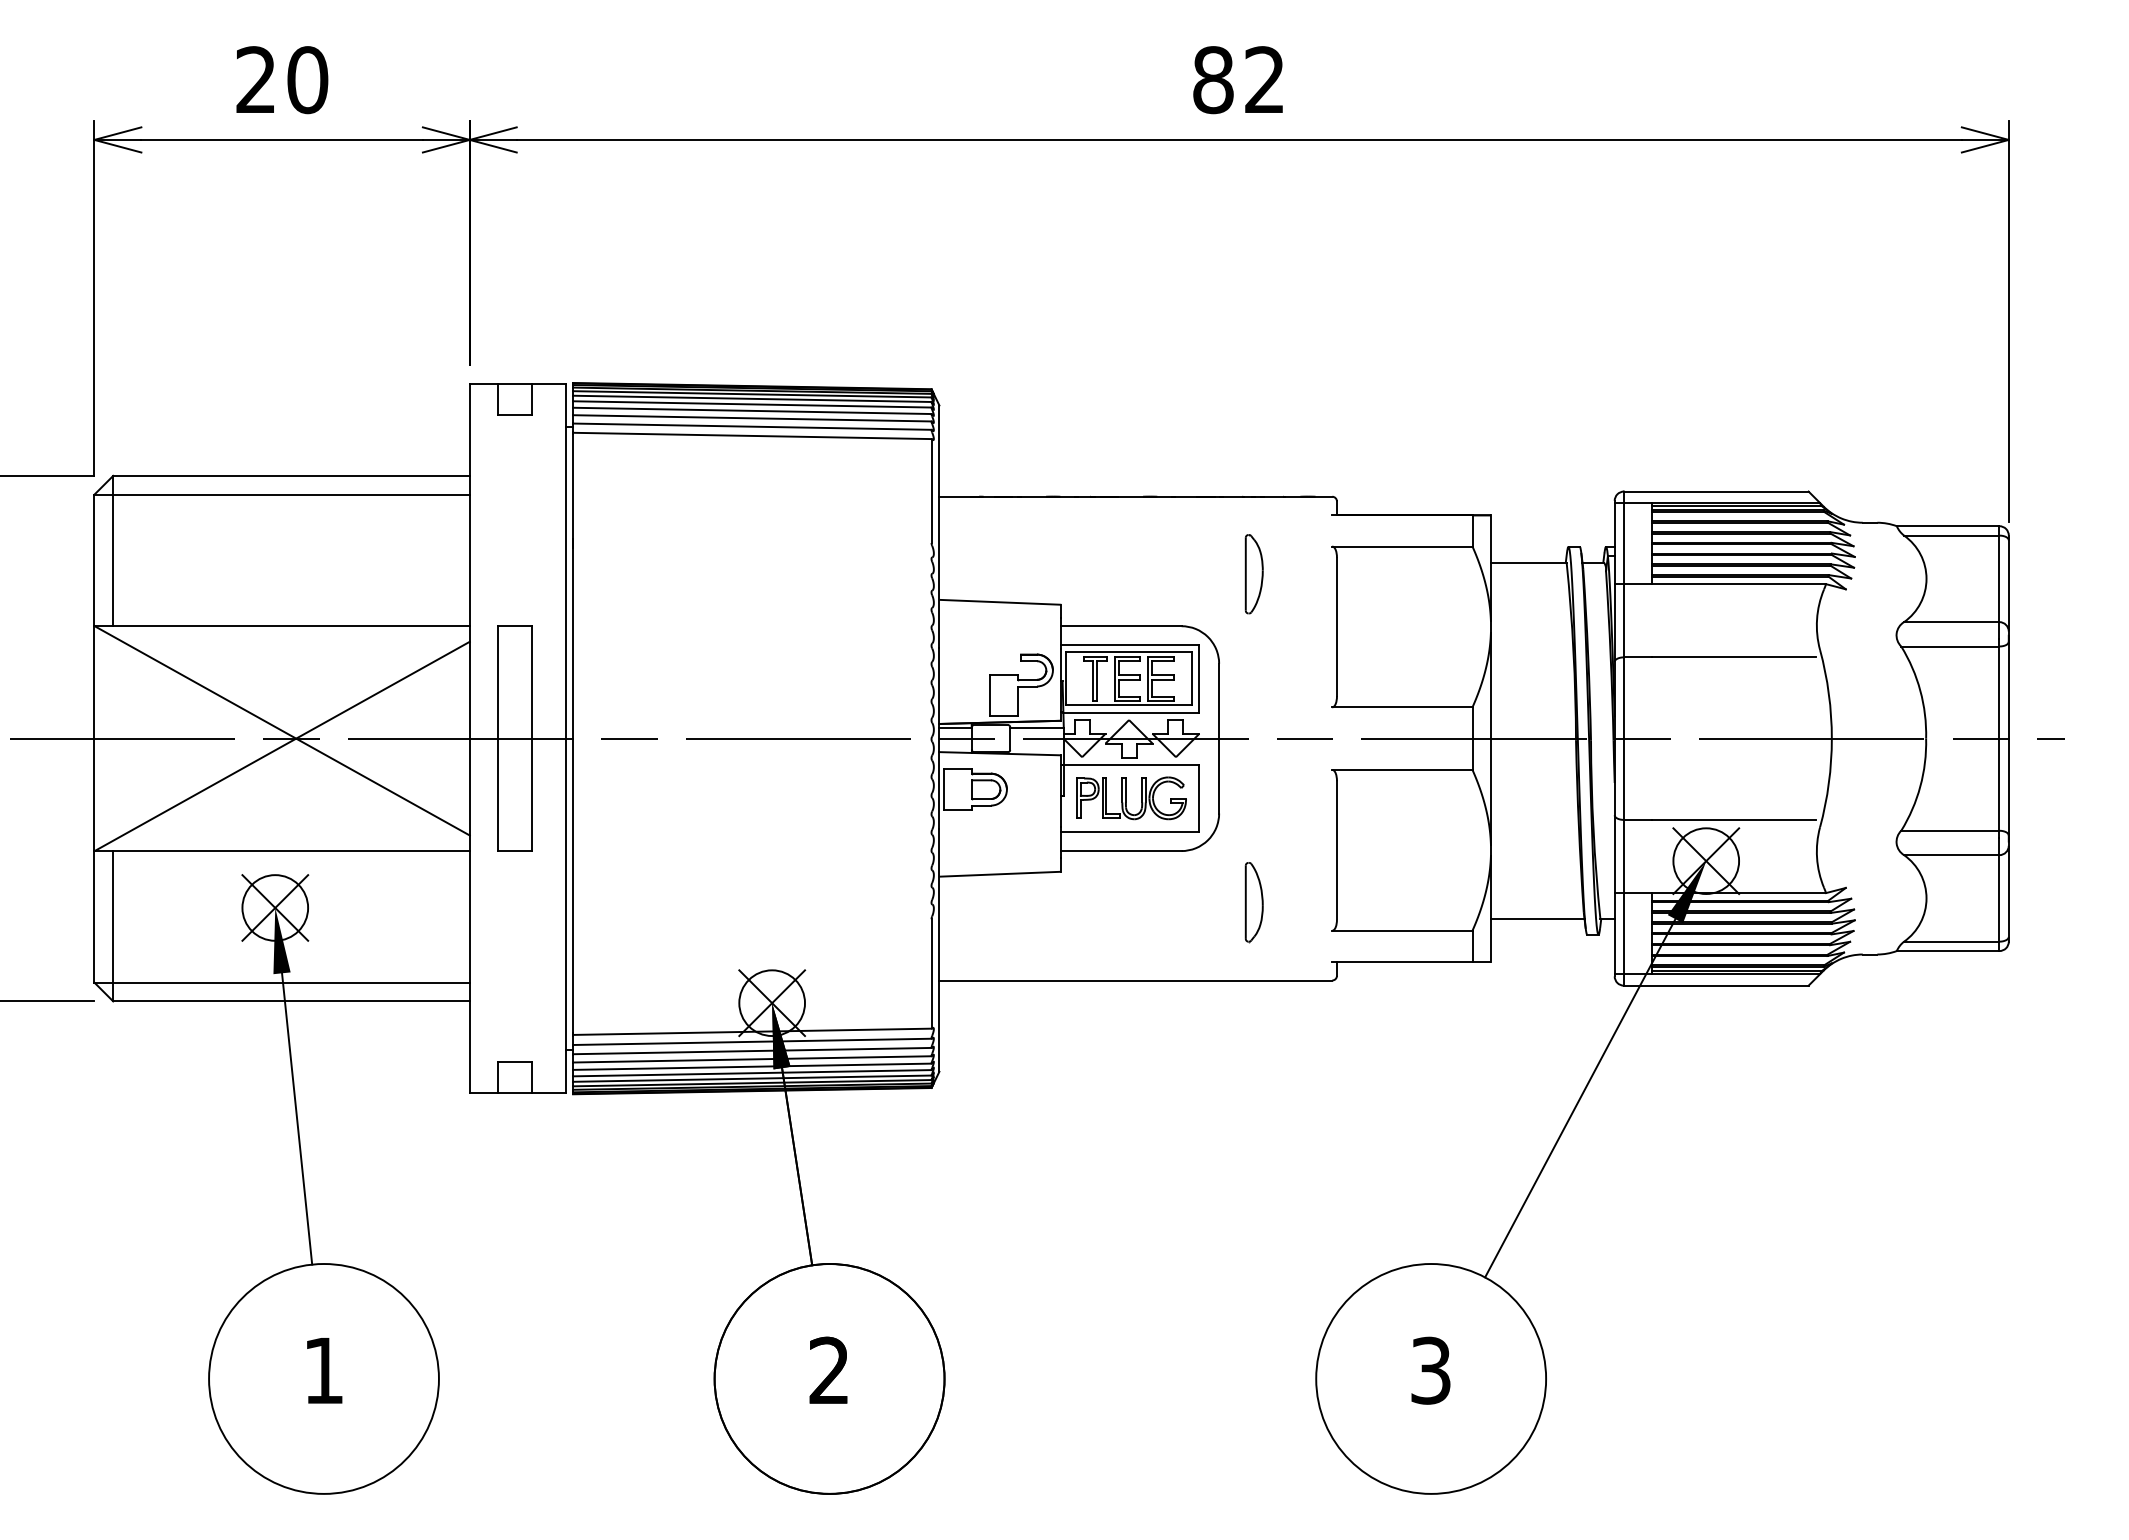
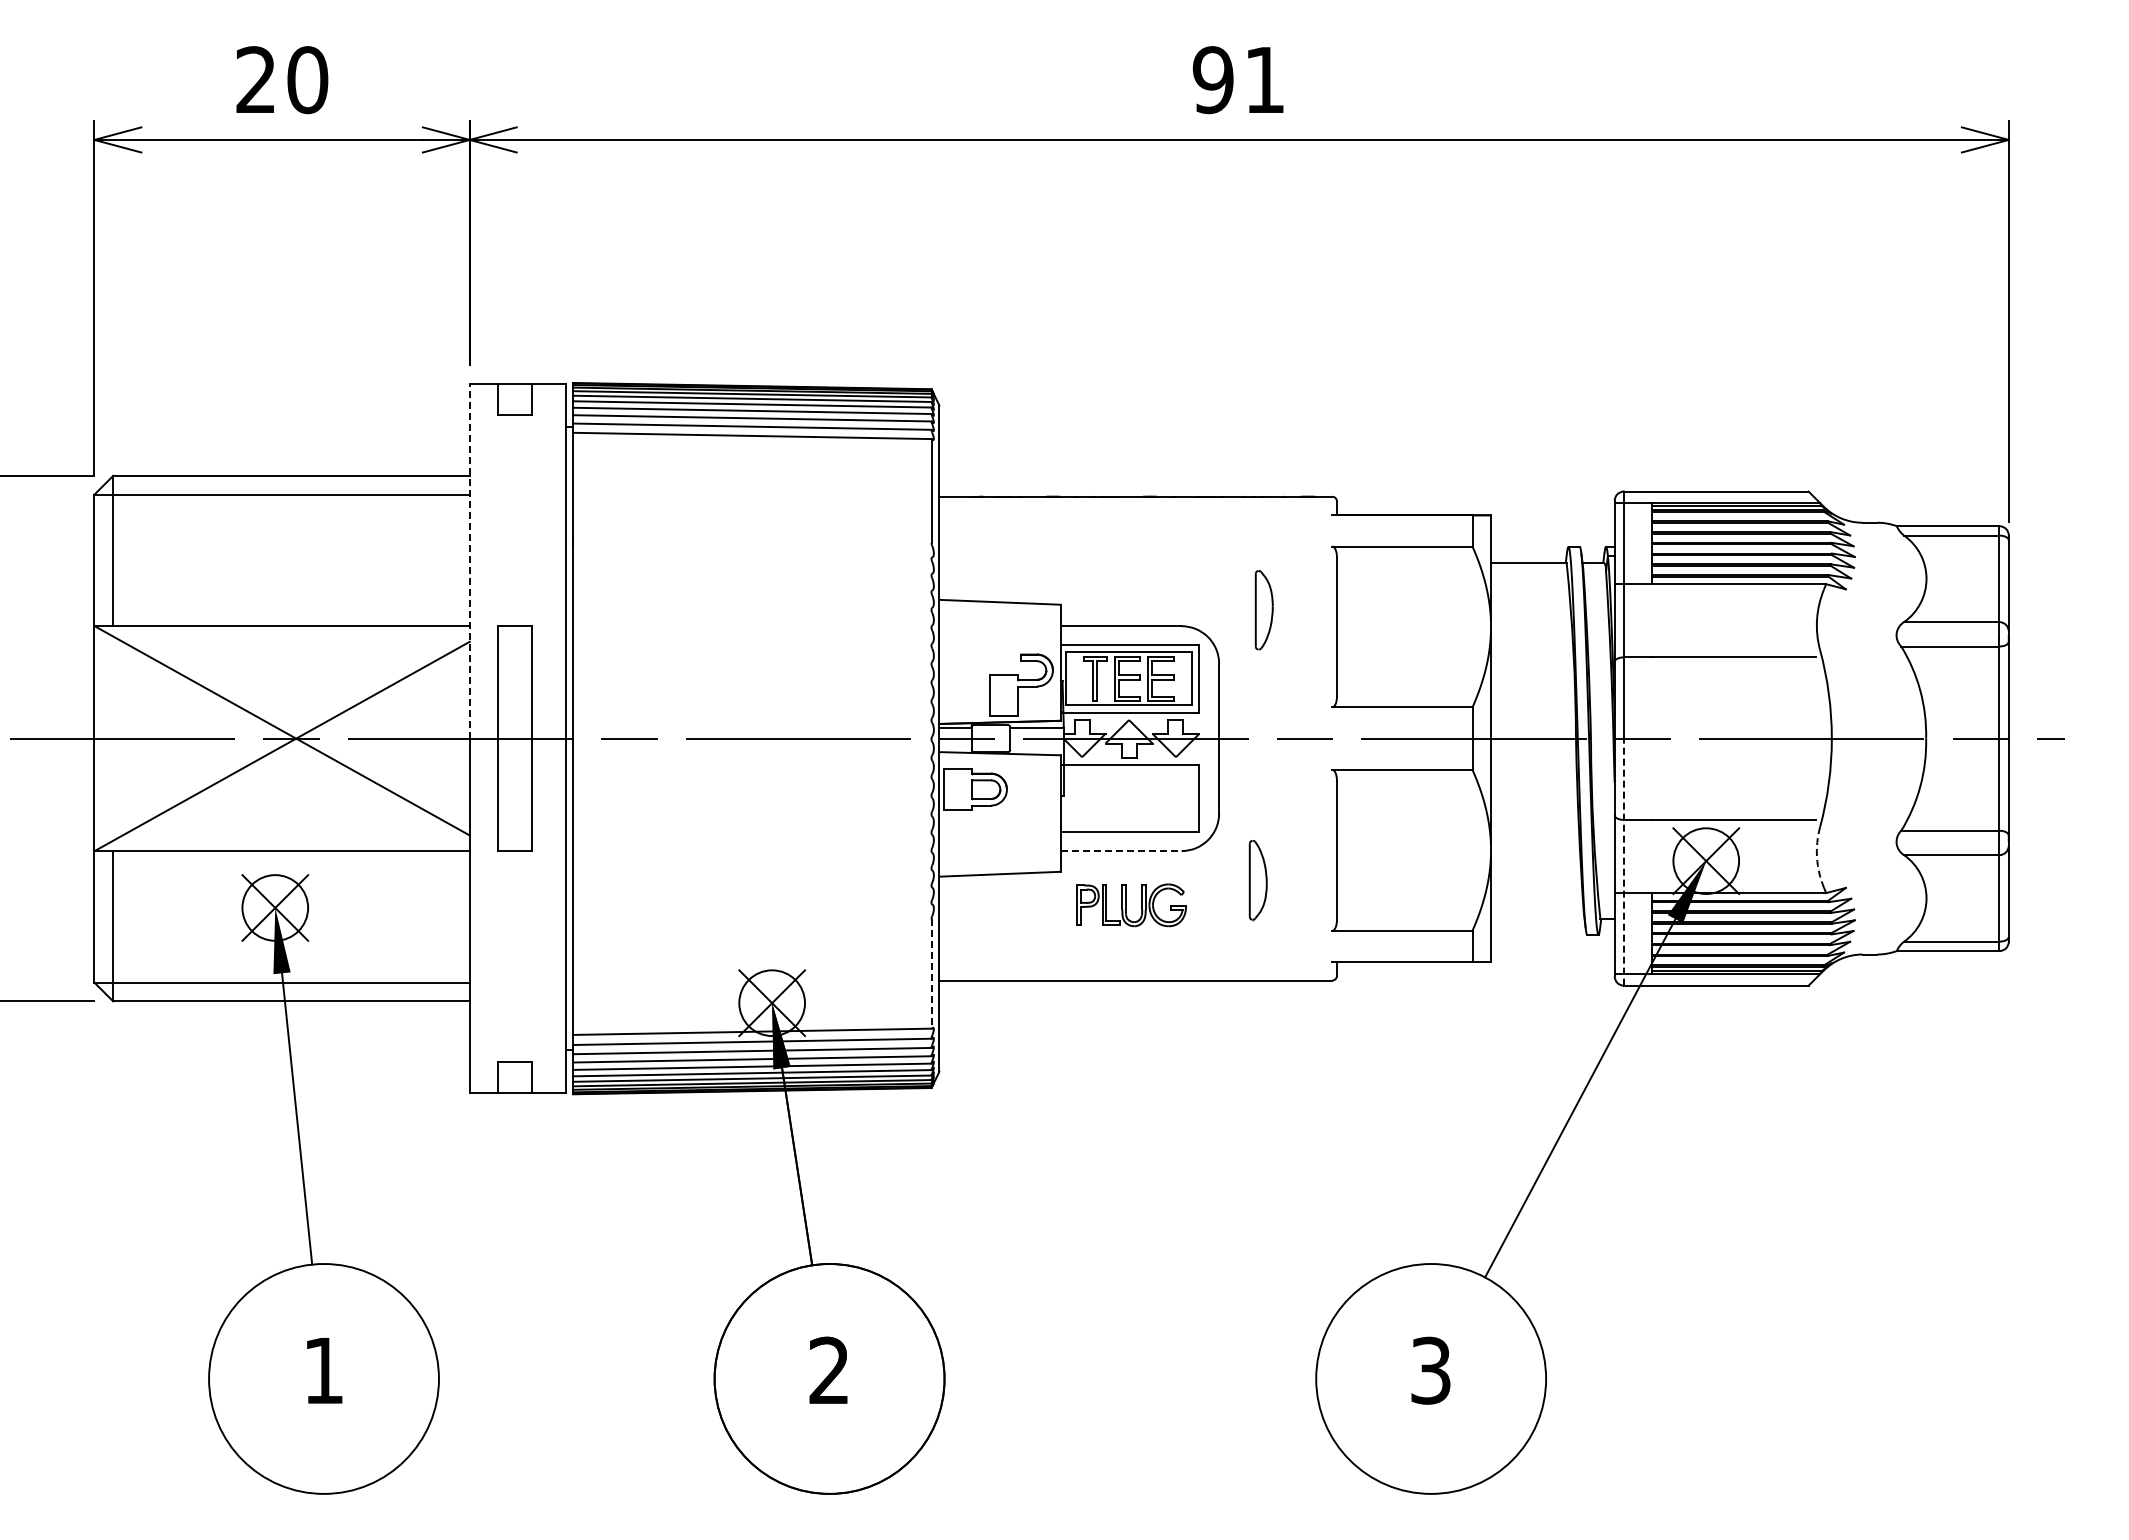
text at (1237, 80): 82 -> 91
line at (469, 560): solid -> dashed
part at (1253, 574) position: (1253, 574) -> (1263, 610)
part at (1131, 798) position: (1131, 798) -> (1131, 905)
line at (1121, 851): solid -> dashed
arc at (1817, 857): solid -> dashed
line at (1623, 862): solid -> dashed
part at (1253, 902) position: (1253, 902) -> (1257, 880)
line at (1537, 919): present -> none
line at (931, 974): solid -> dashed
